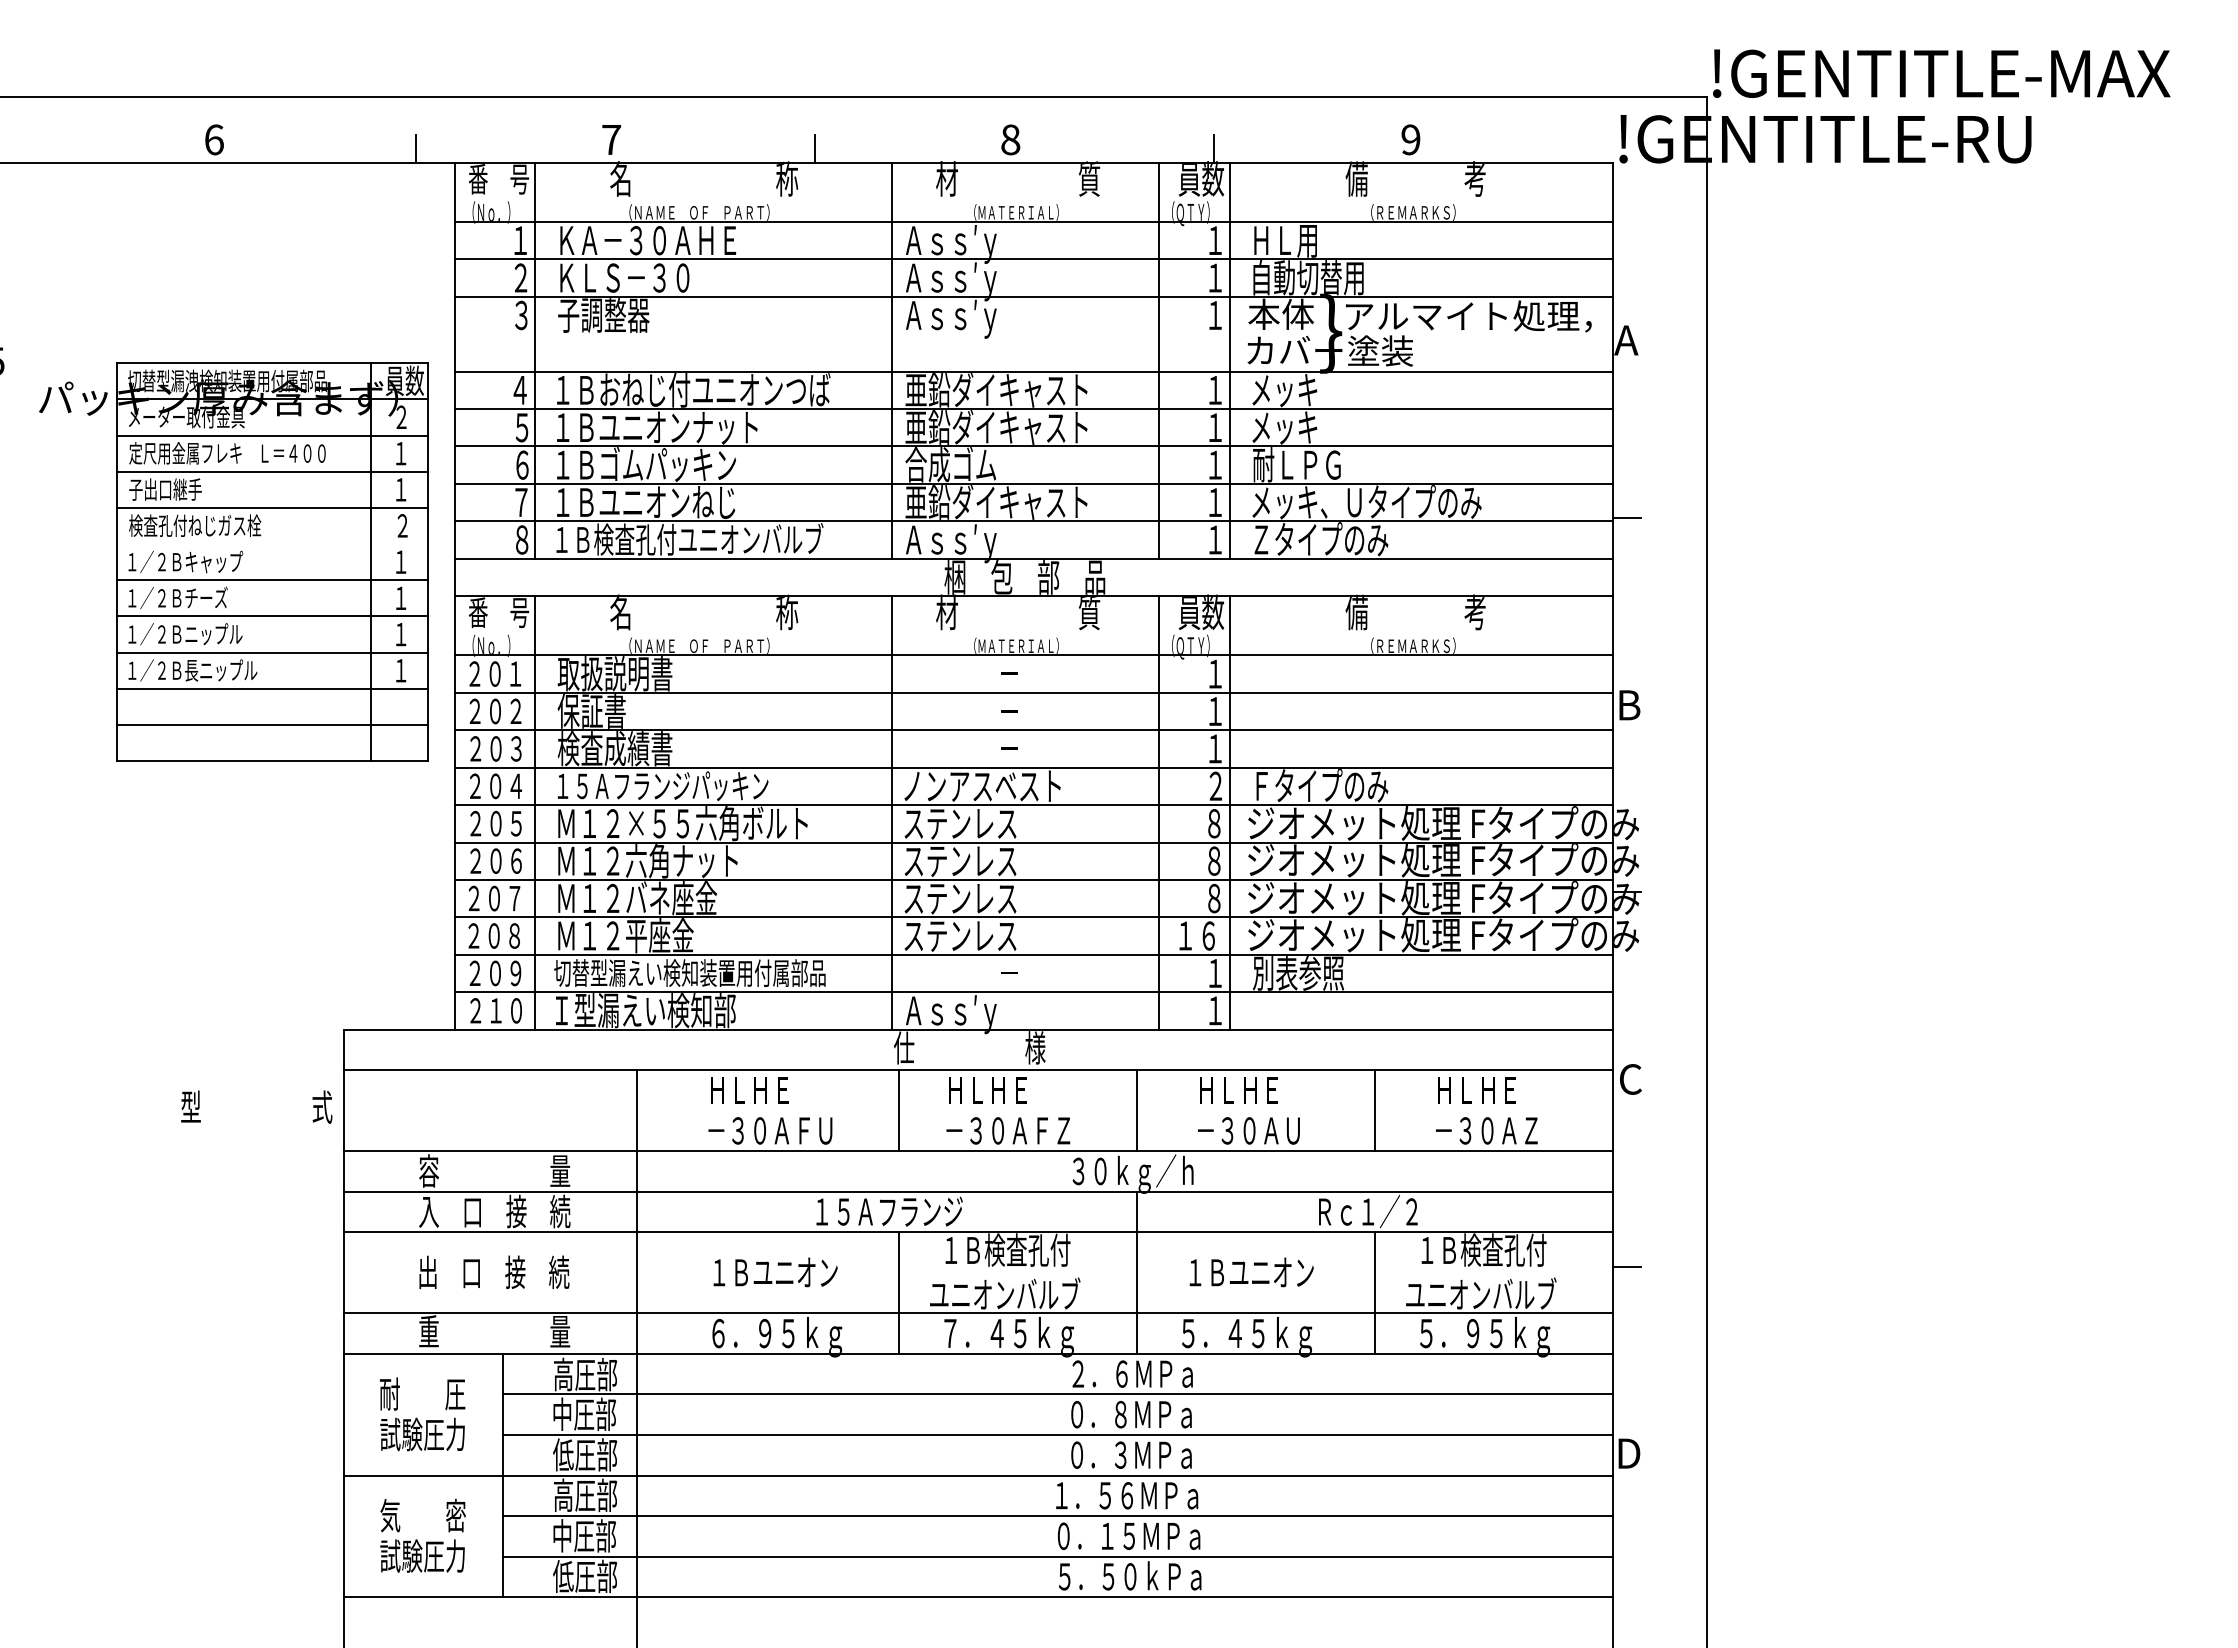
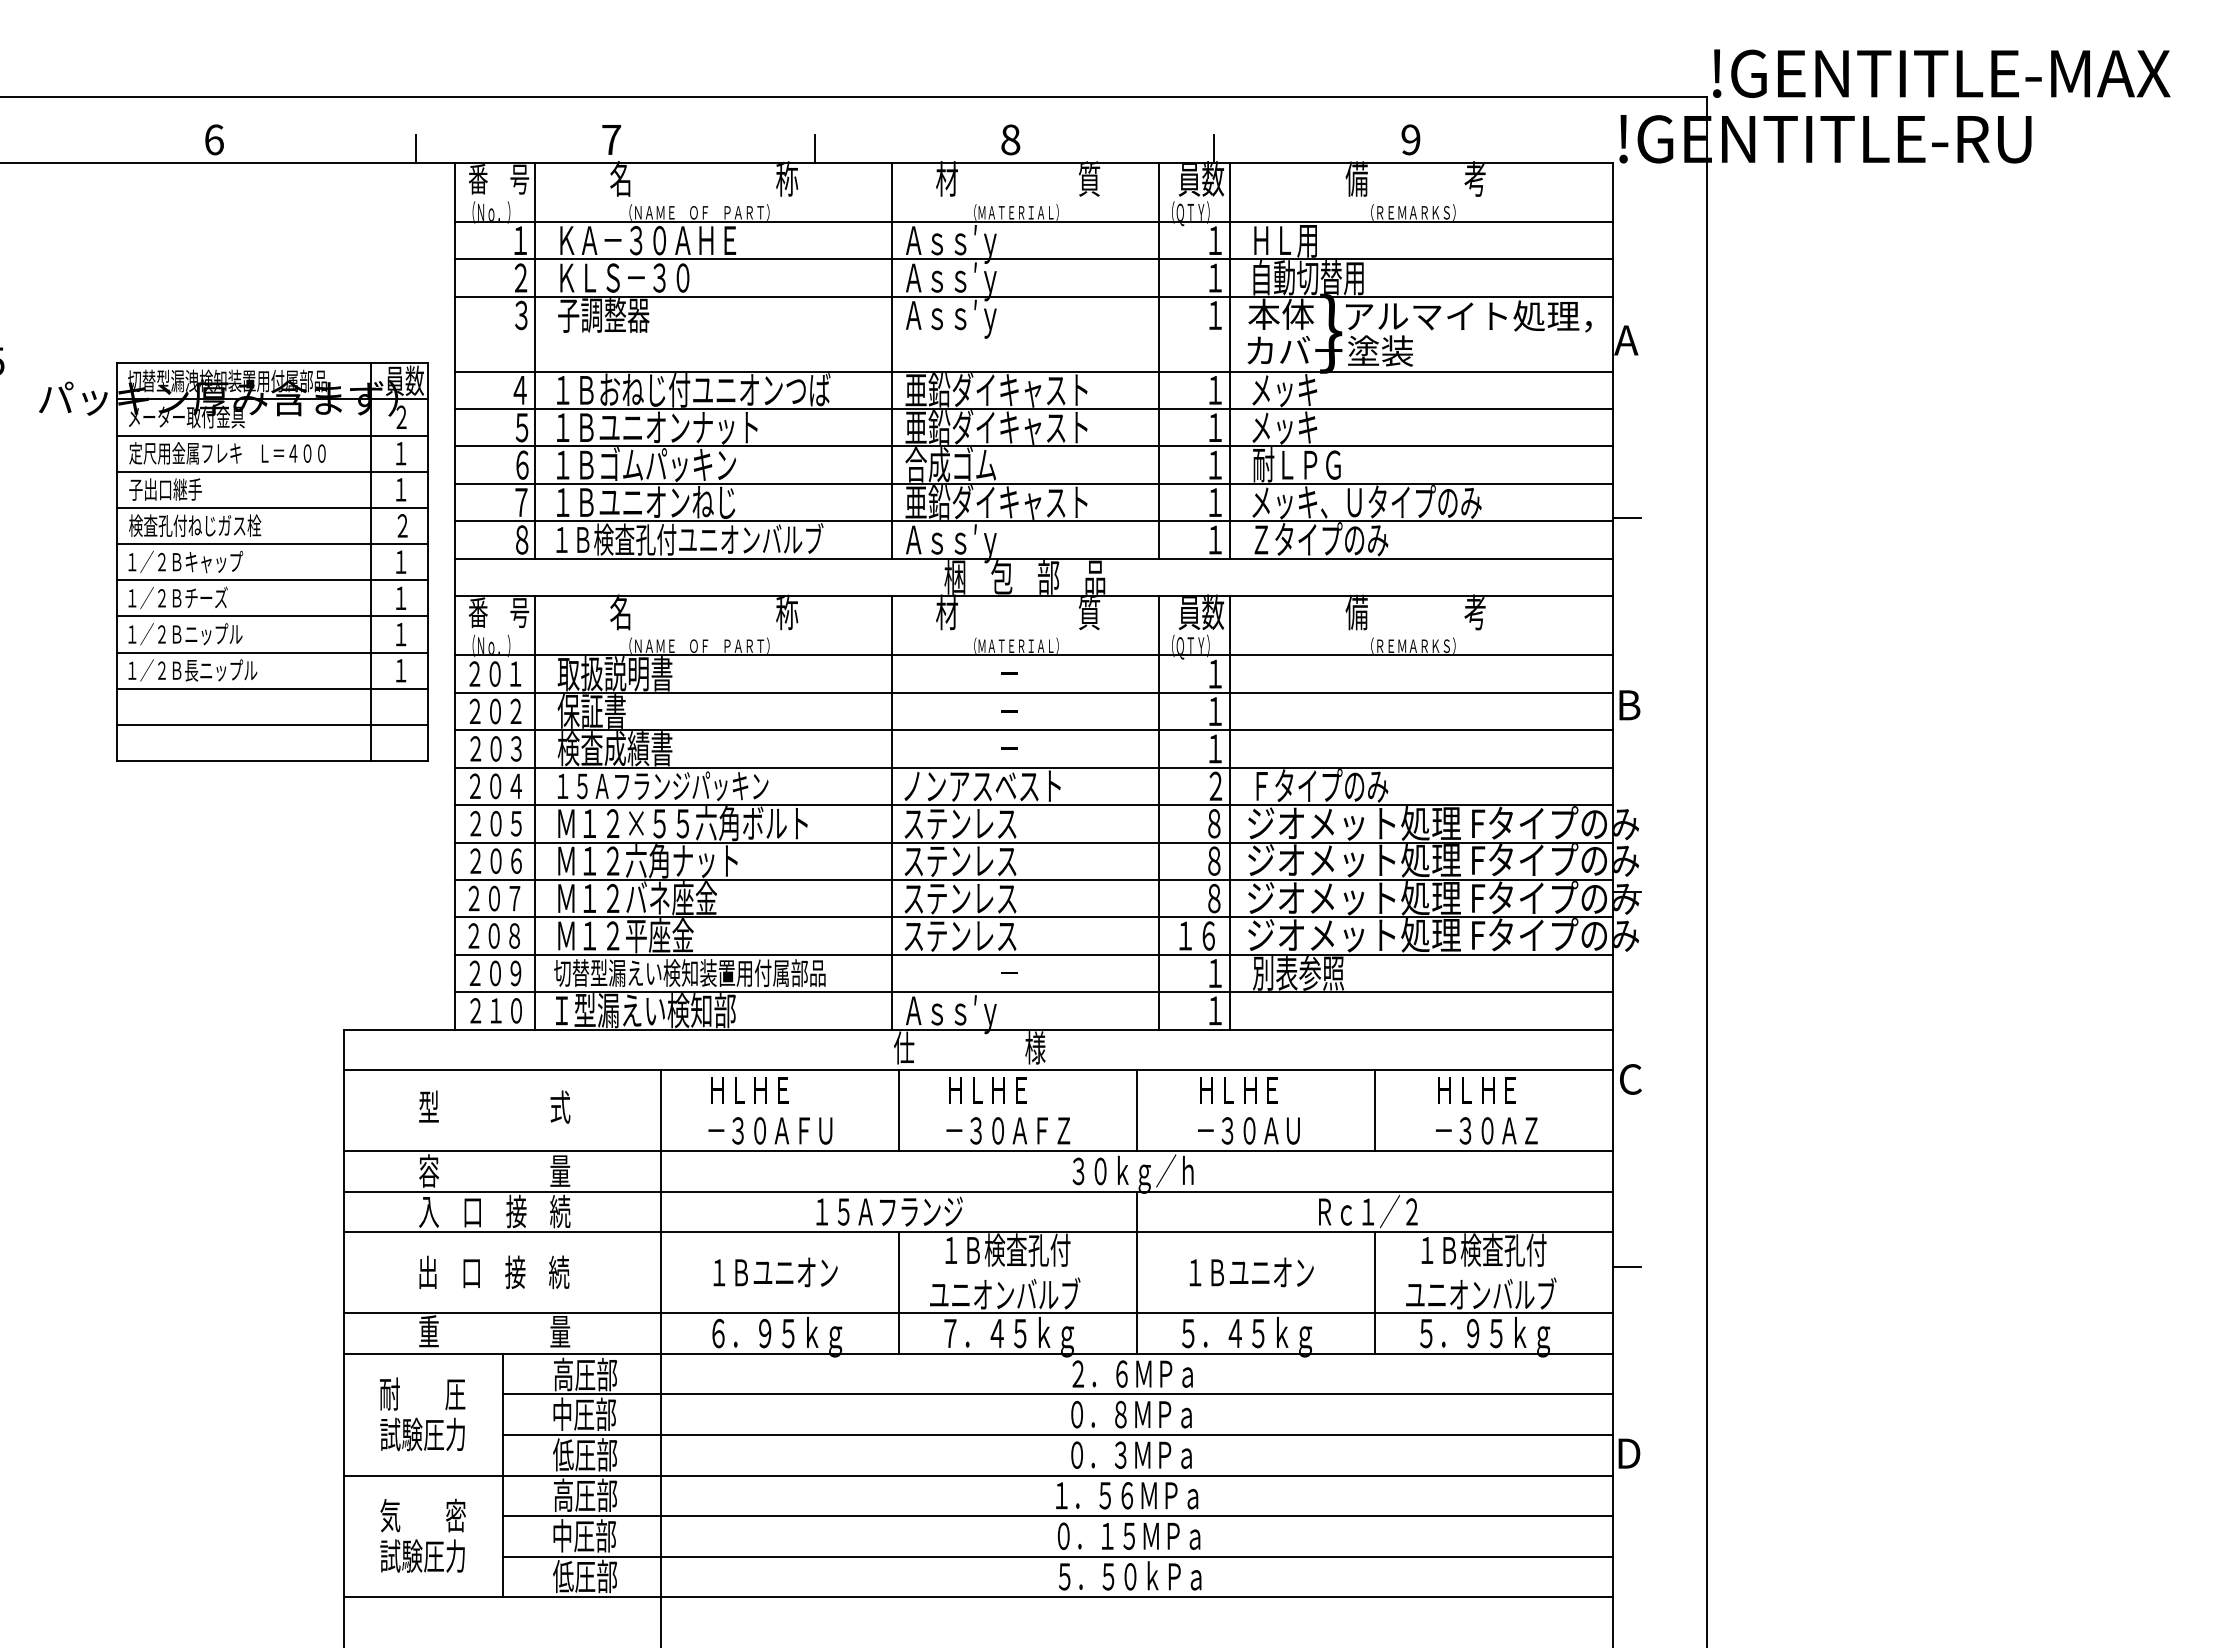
line at (272, 544): none -> present
text at (256, 1106) position: (256, 1106) -> (494, 1106)
line at (637, 1357) position: (637, 1357) -> (661, 1357)
